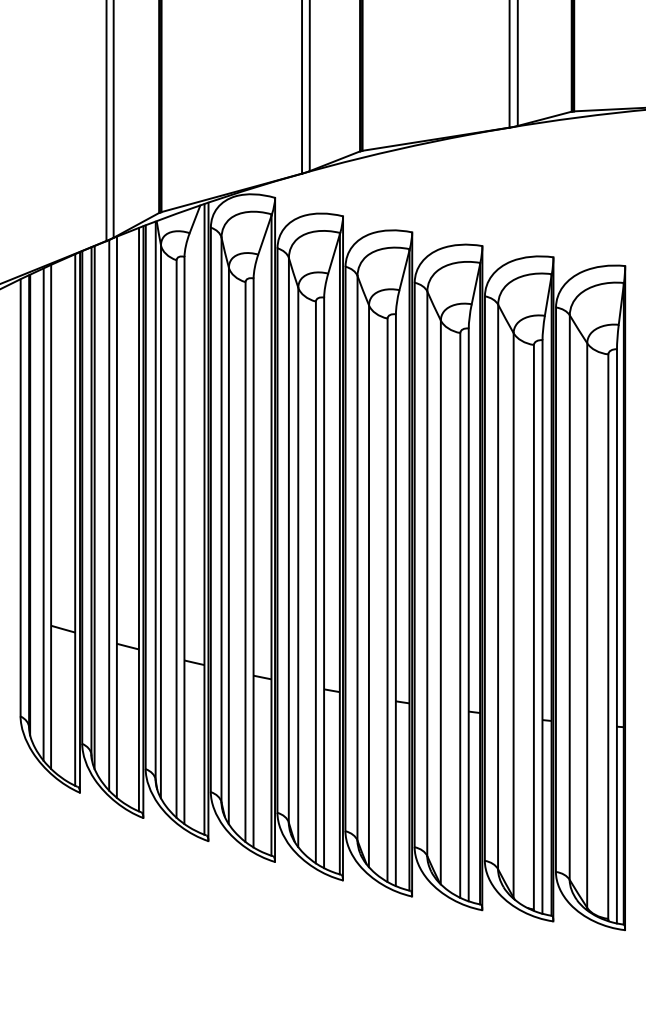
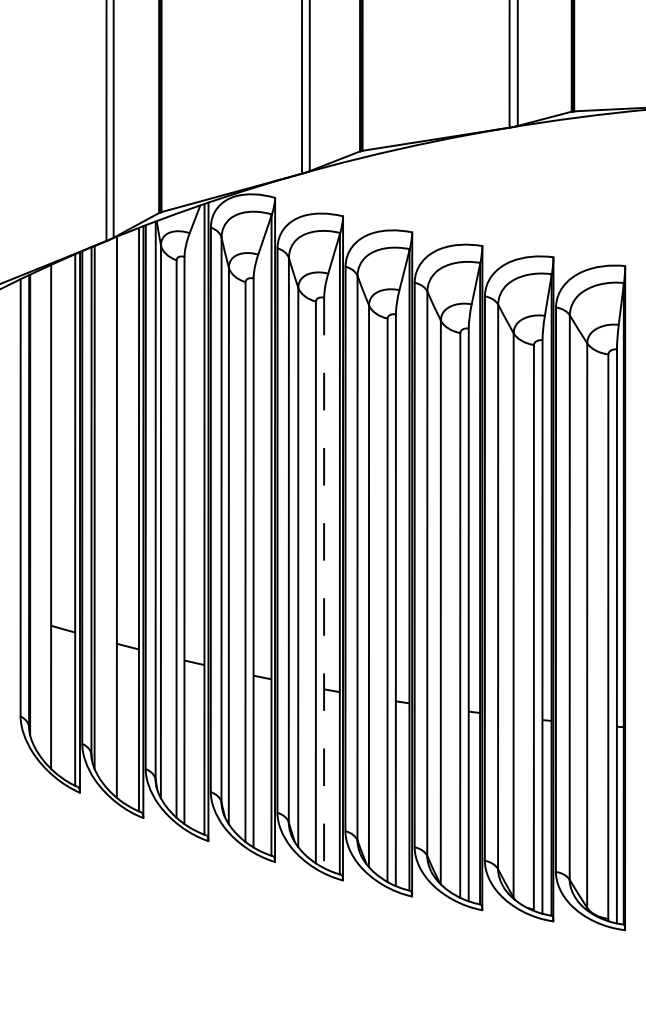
line at (43, 514): present -> none
line at (109, 515): present -> none
line at (324, 583): solid -> dashed
